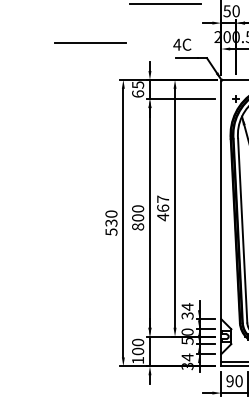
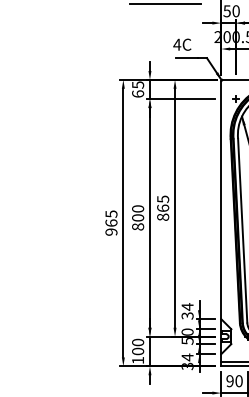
line at (90, 42): present -> none
text at (163, 208): 467 -> 865
text at (111, 222): 530 -> 965
